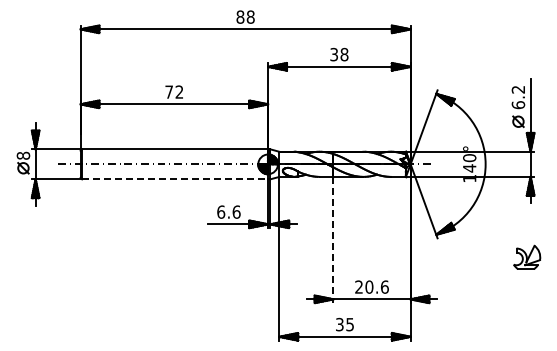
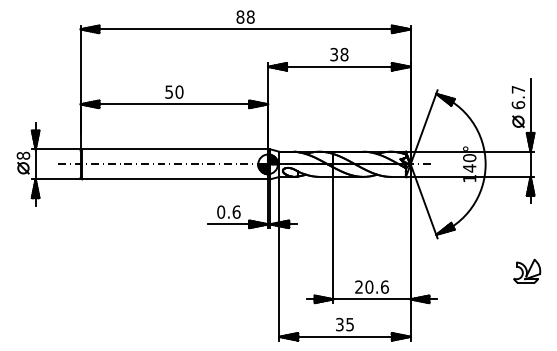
text at (517, 89): 6.2 -> 6.7
text at (174, 91): 72 -> 50
line at (175, 179): dashed -> solid
text at (221, 211): 6.6 -> 0.6
line at (333, 240): dashed -> solid
part at (527, 256) position: (527, 256) -> (527, 270)
